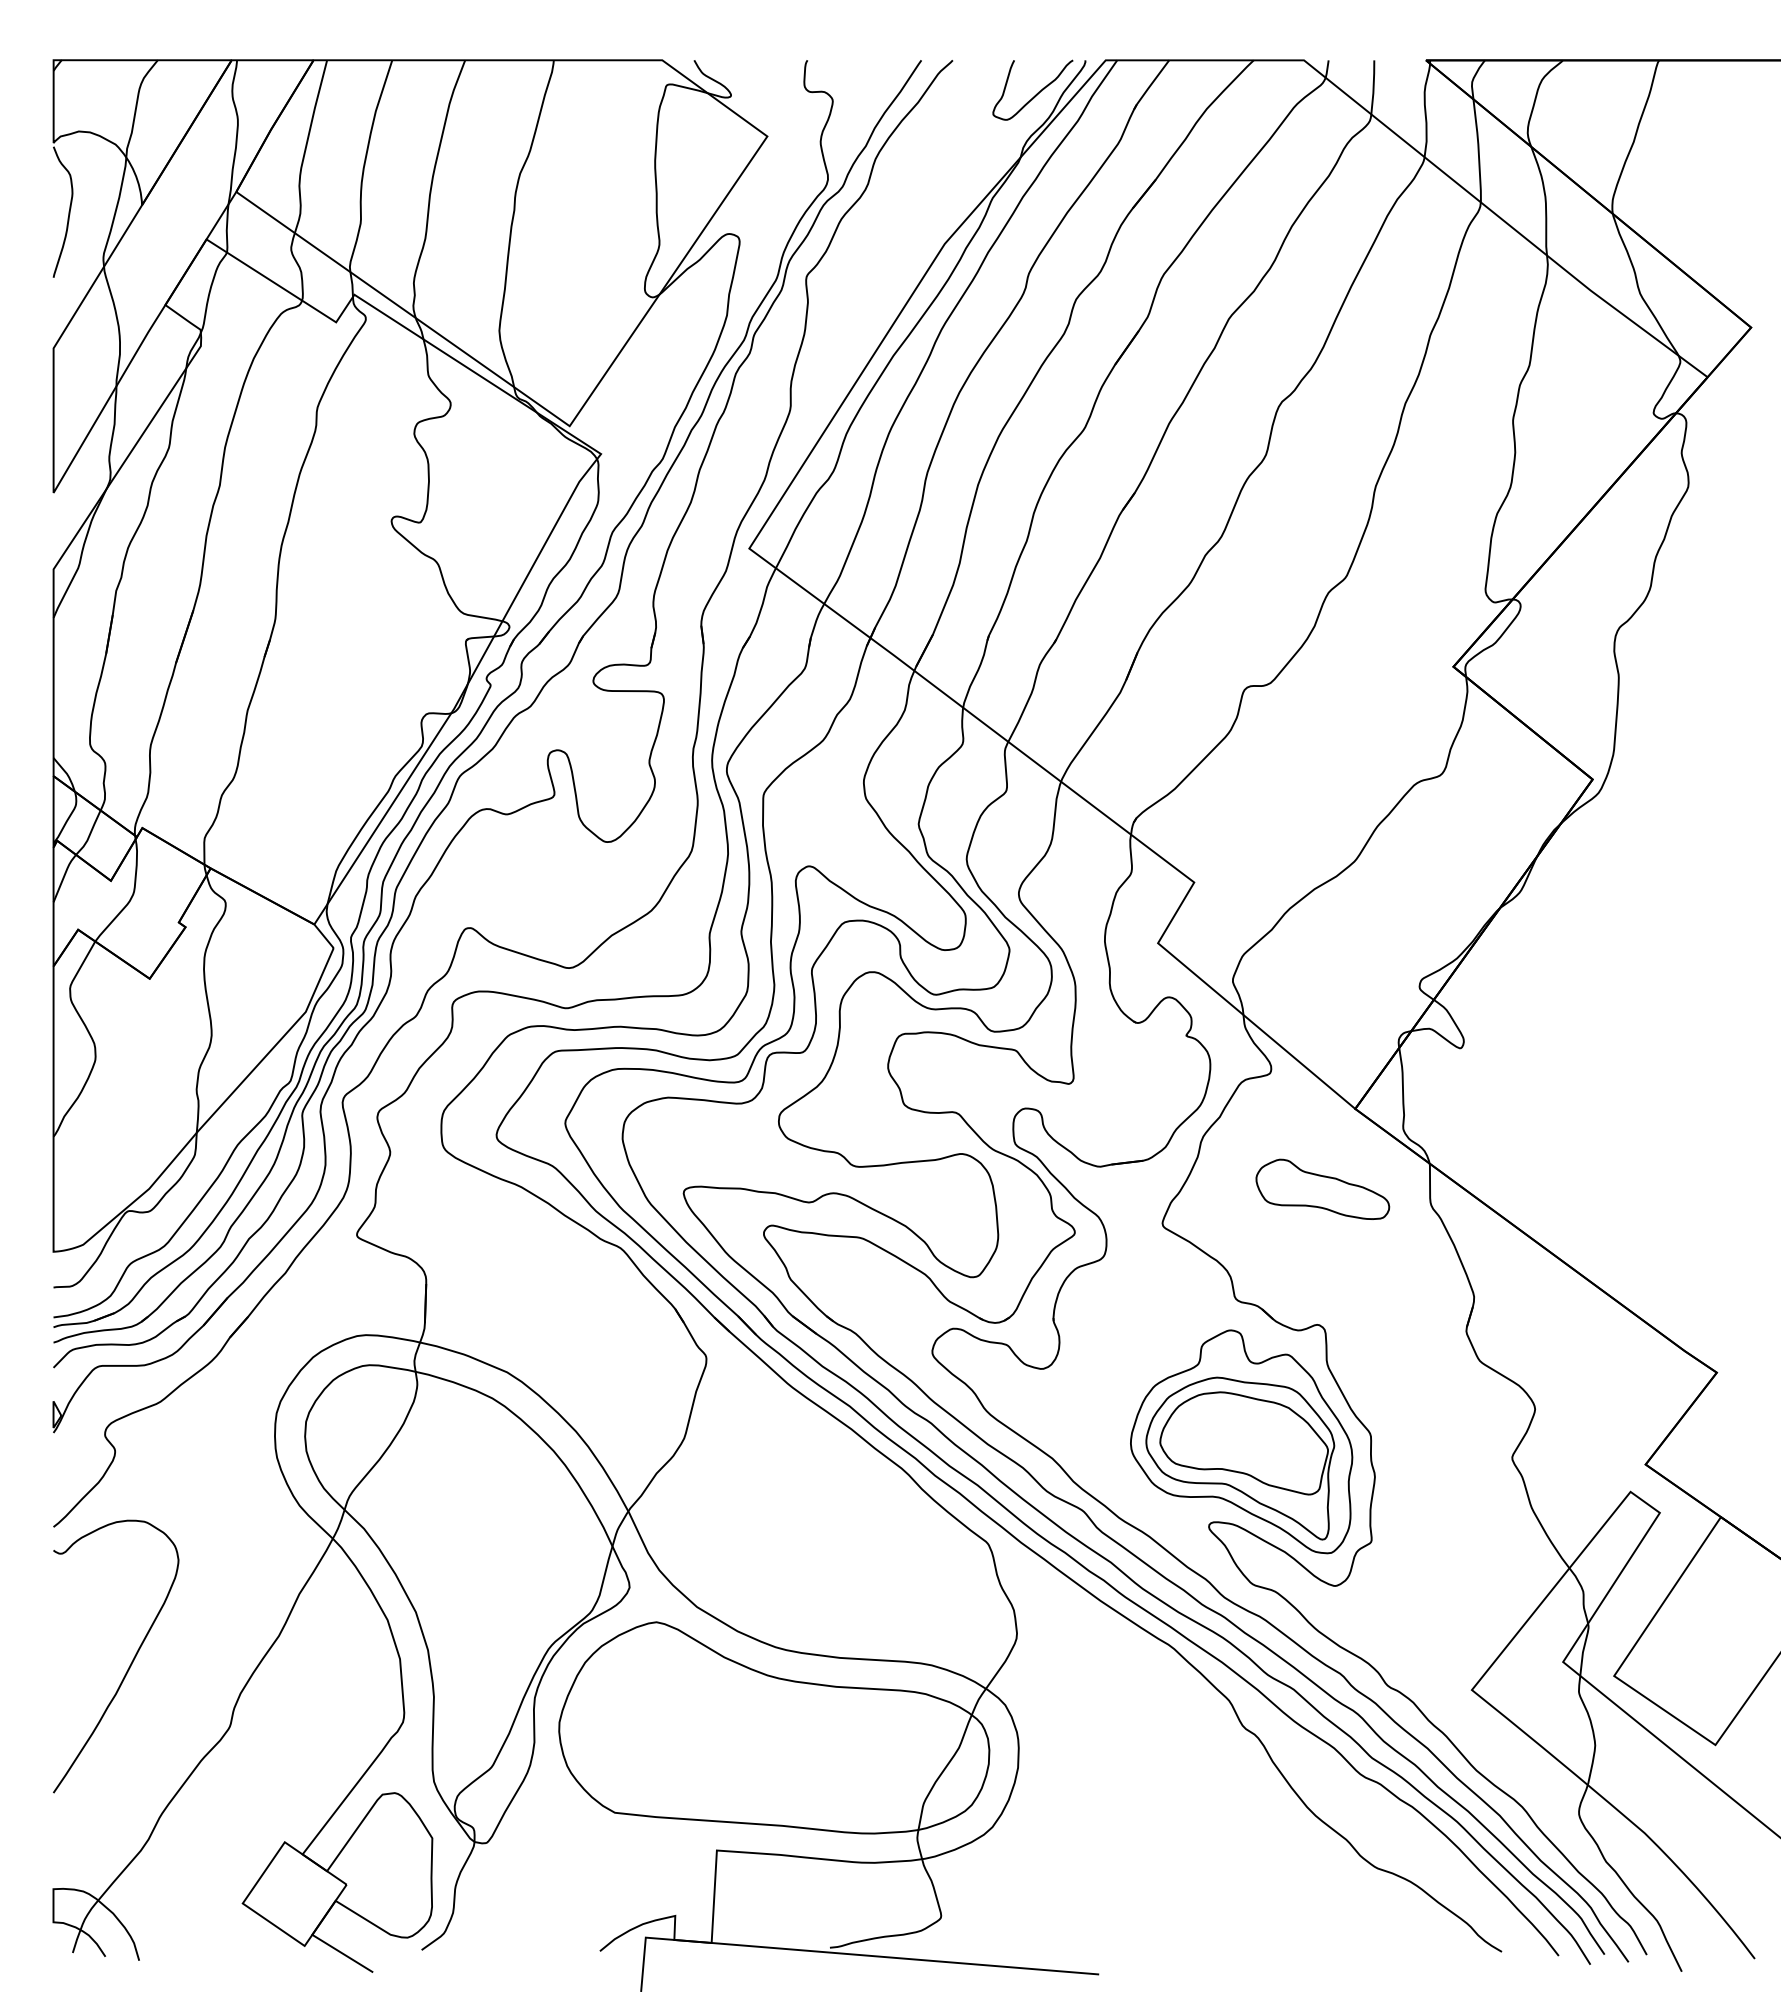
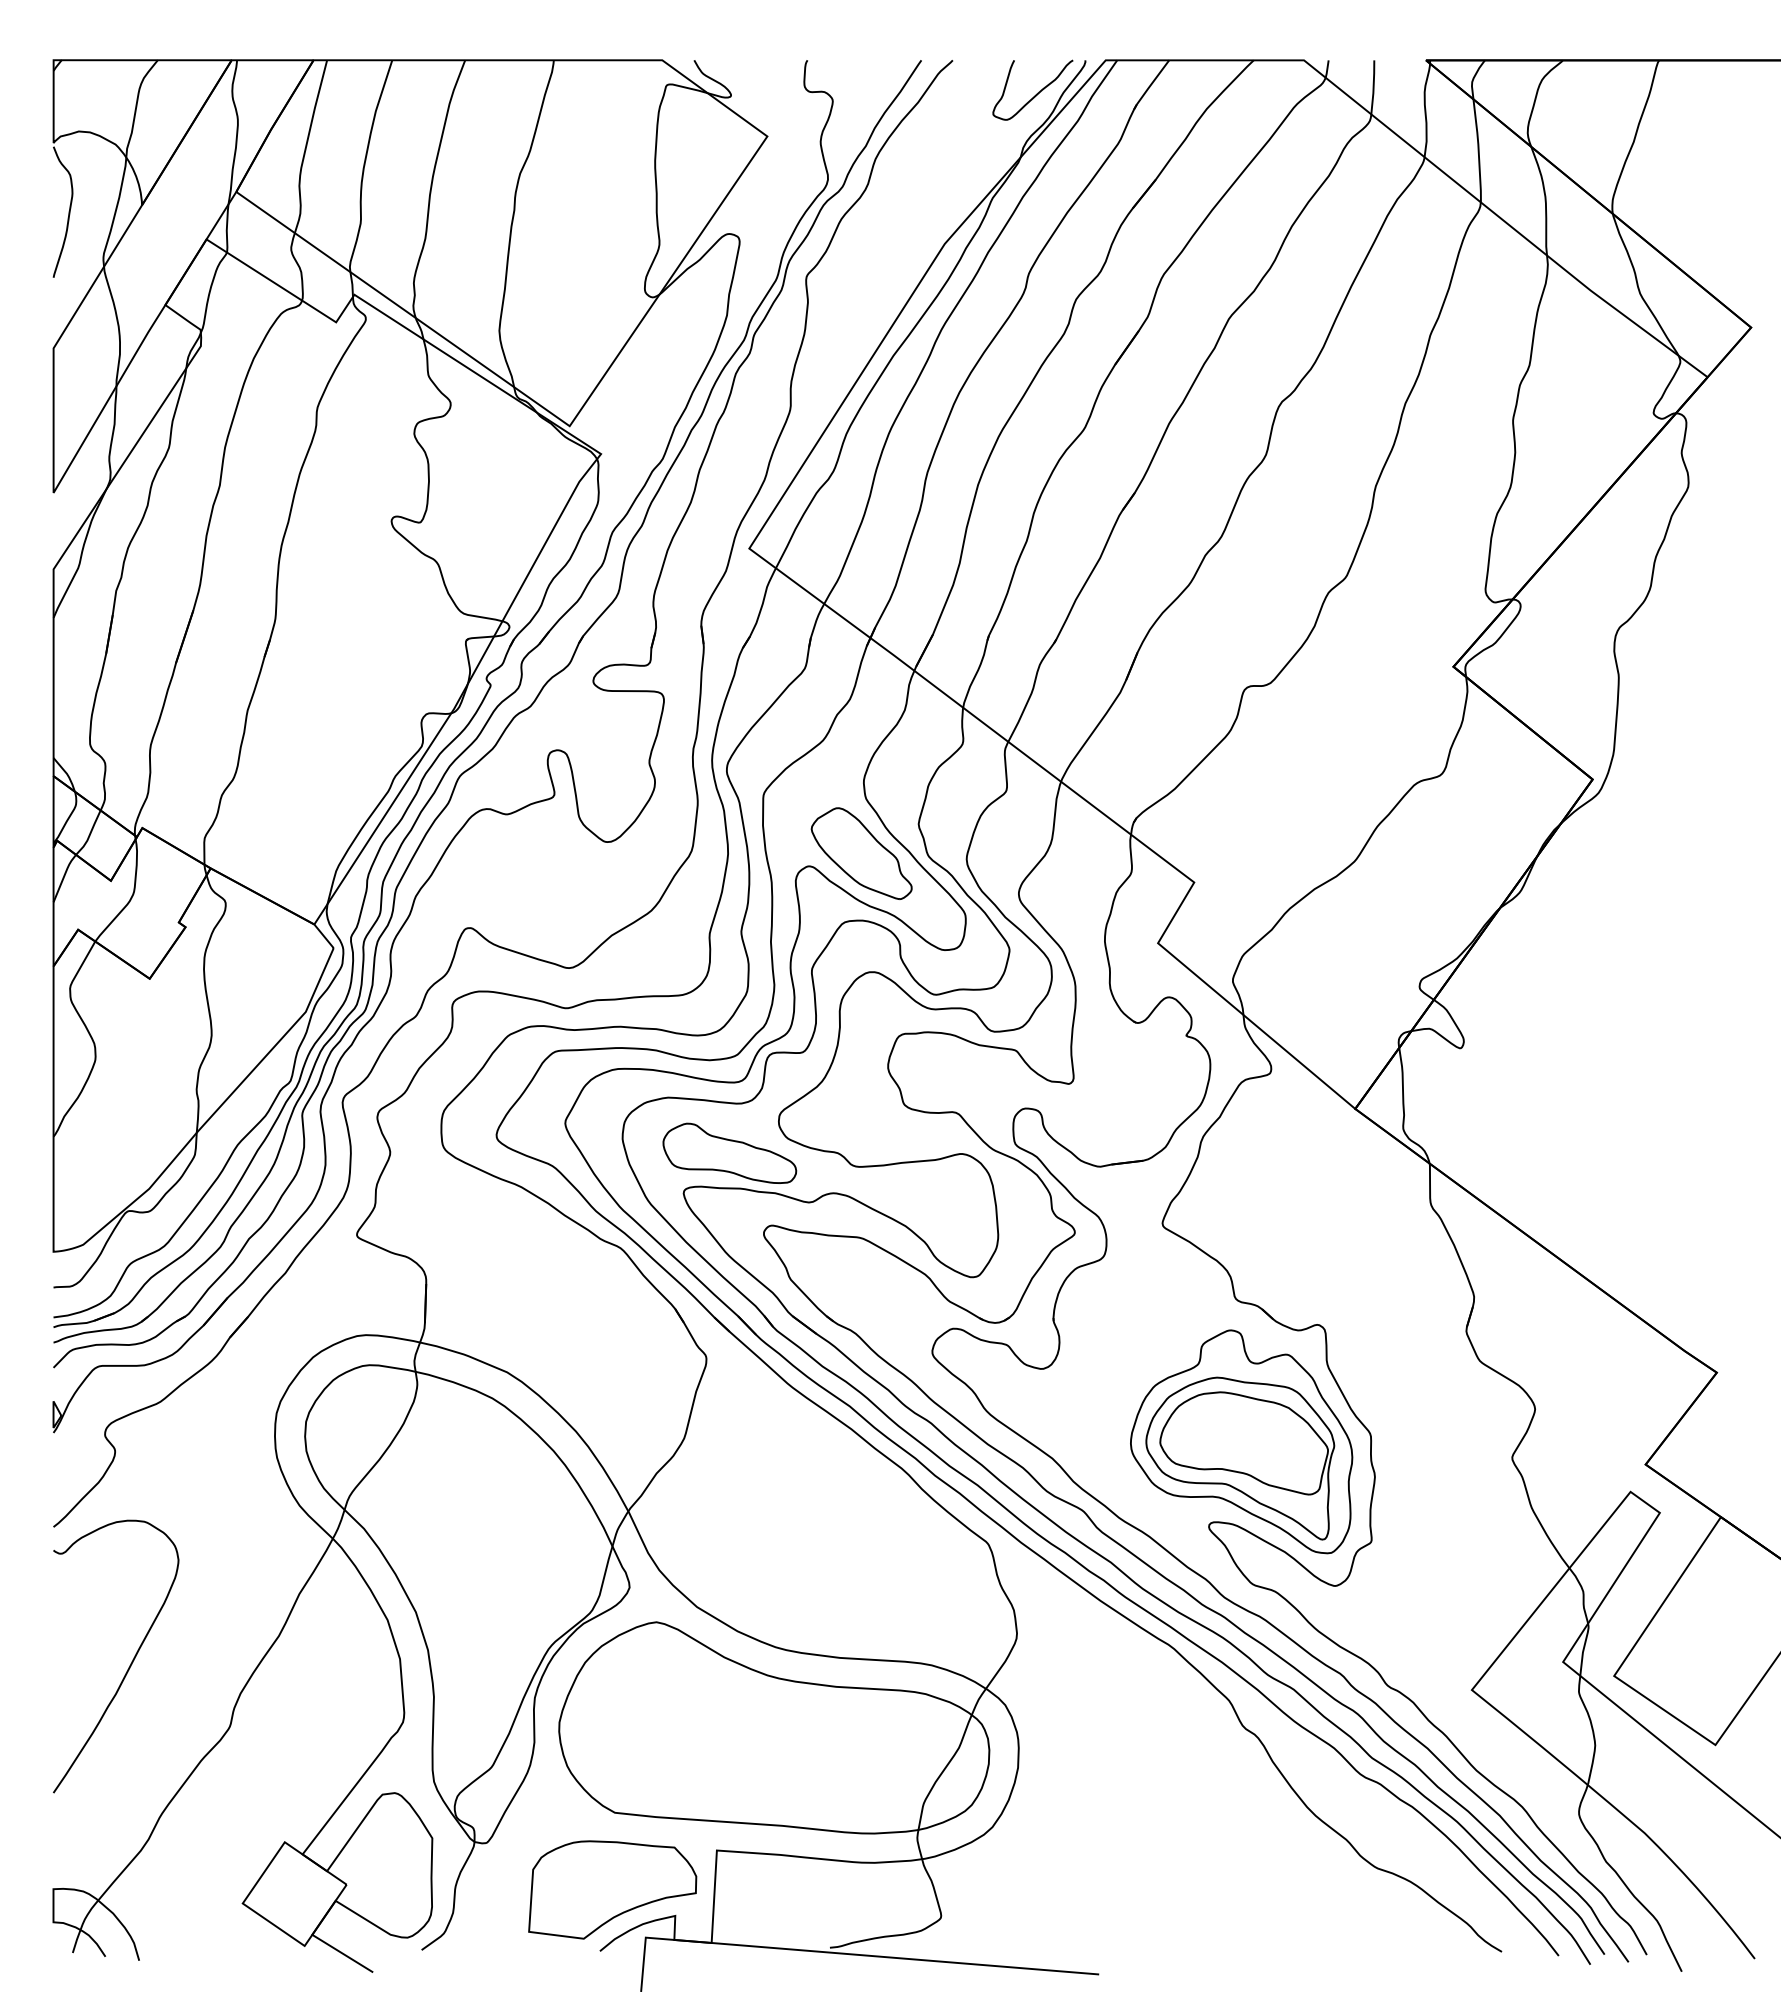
part at (861, 853): none -> present
part at (1322, 1188) position: (1322, 1188) -> (729, 1152)
part at (612, 1889): none -> present
